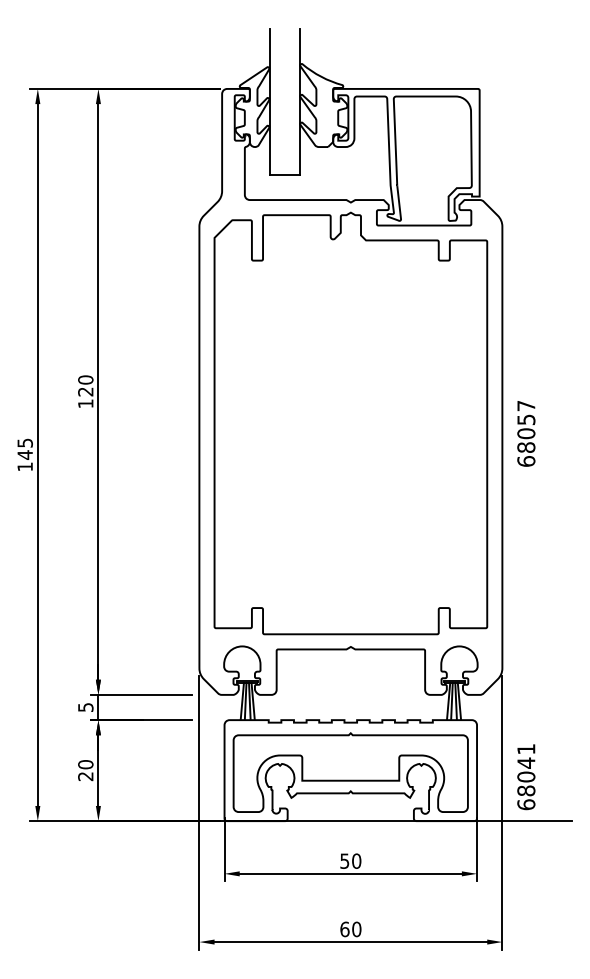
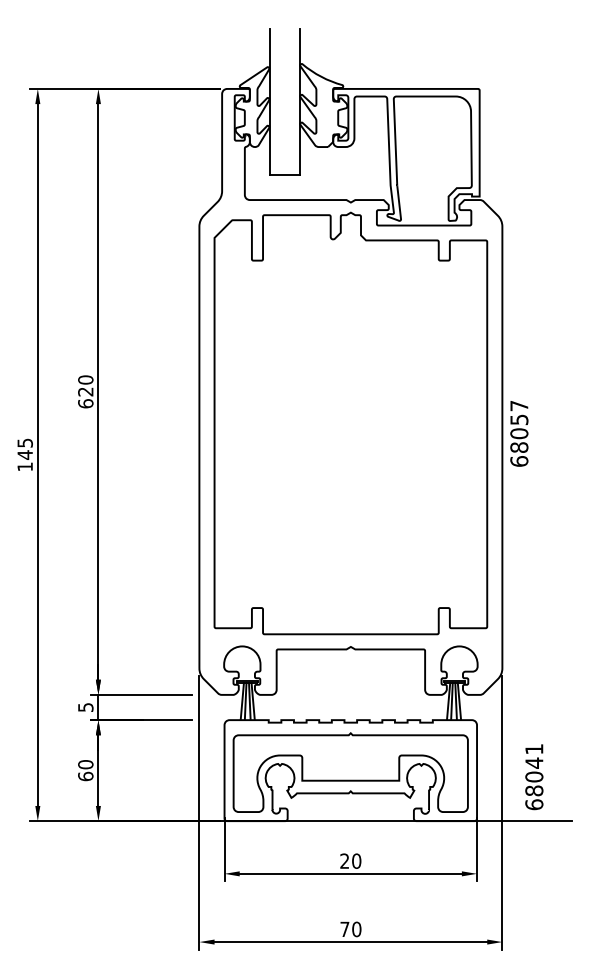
text at (85, 403): 120 -> 620
text at (526, 433) position: (526, 433) -> (519, 433)
text at (85, 776): 20 -> 60
text at (526, 777) position: (526, 777) -> (534, 777)
text at (344, 860): 50 -> 20
text at (344, 929): 60 -> 70
